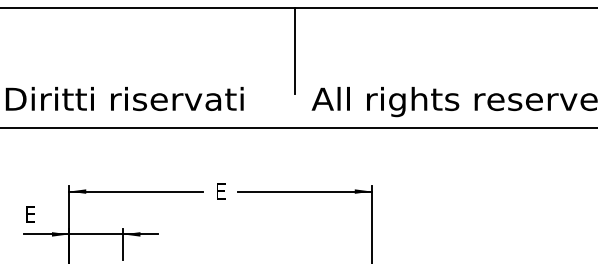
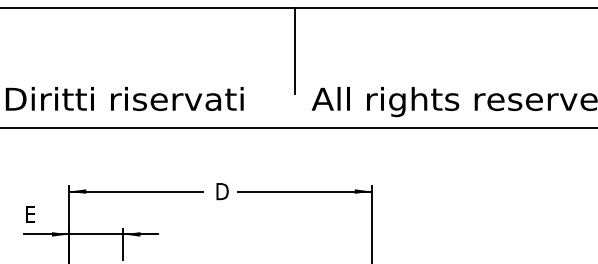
text at (222, 191): E -> D
